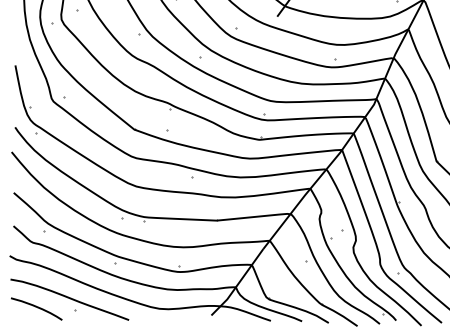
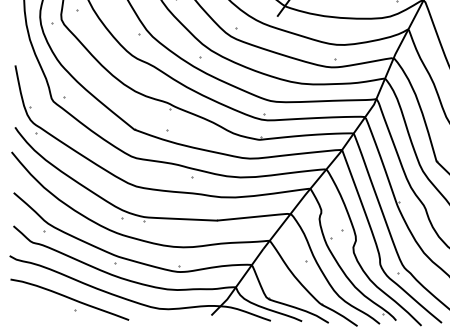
curve at (36, 307): present -> none
